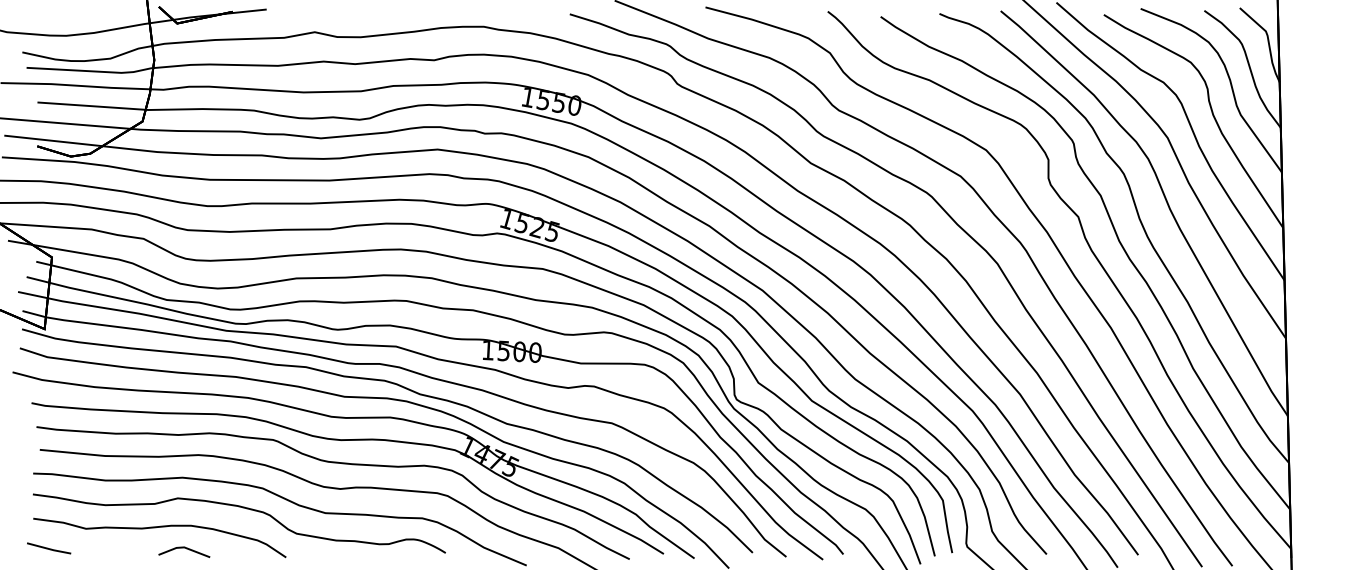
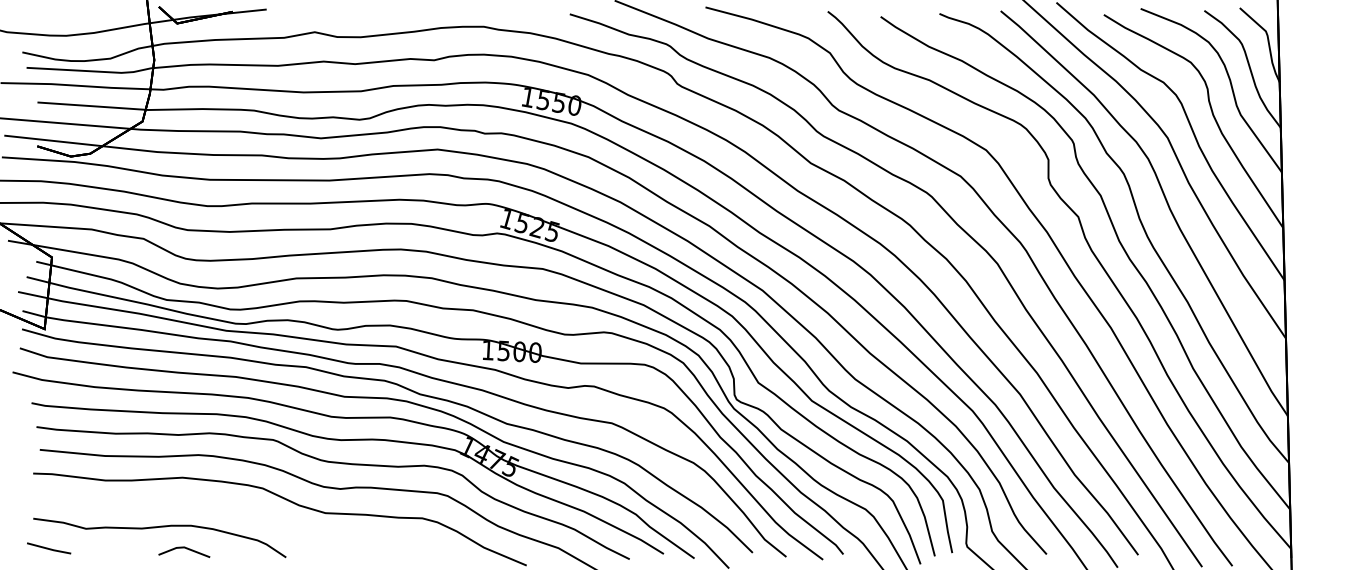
part at (242, 508): present -> none
